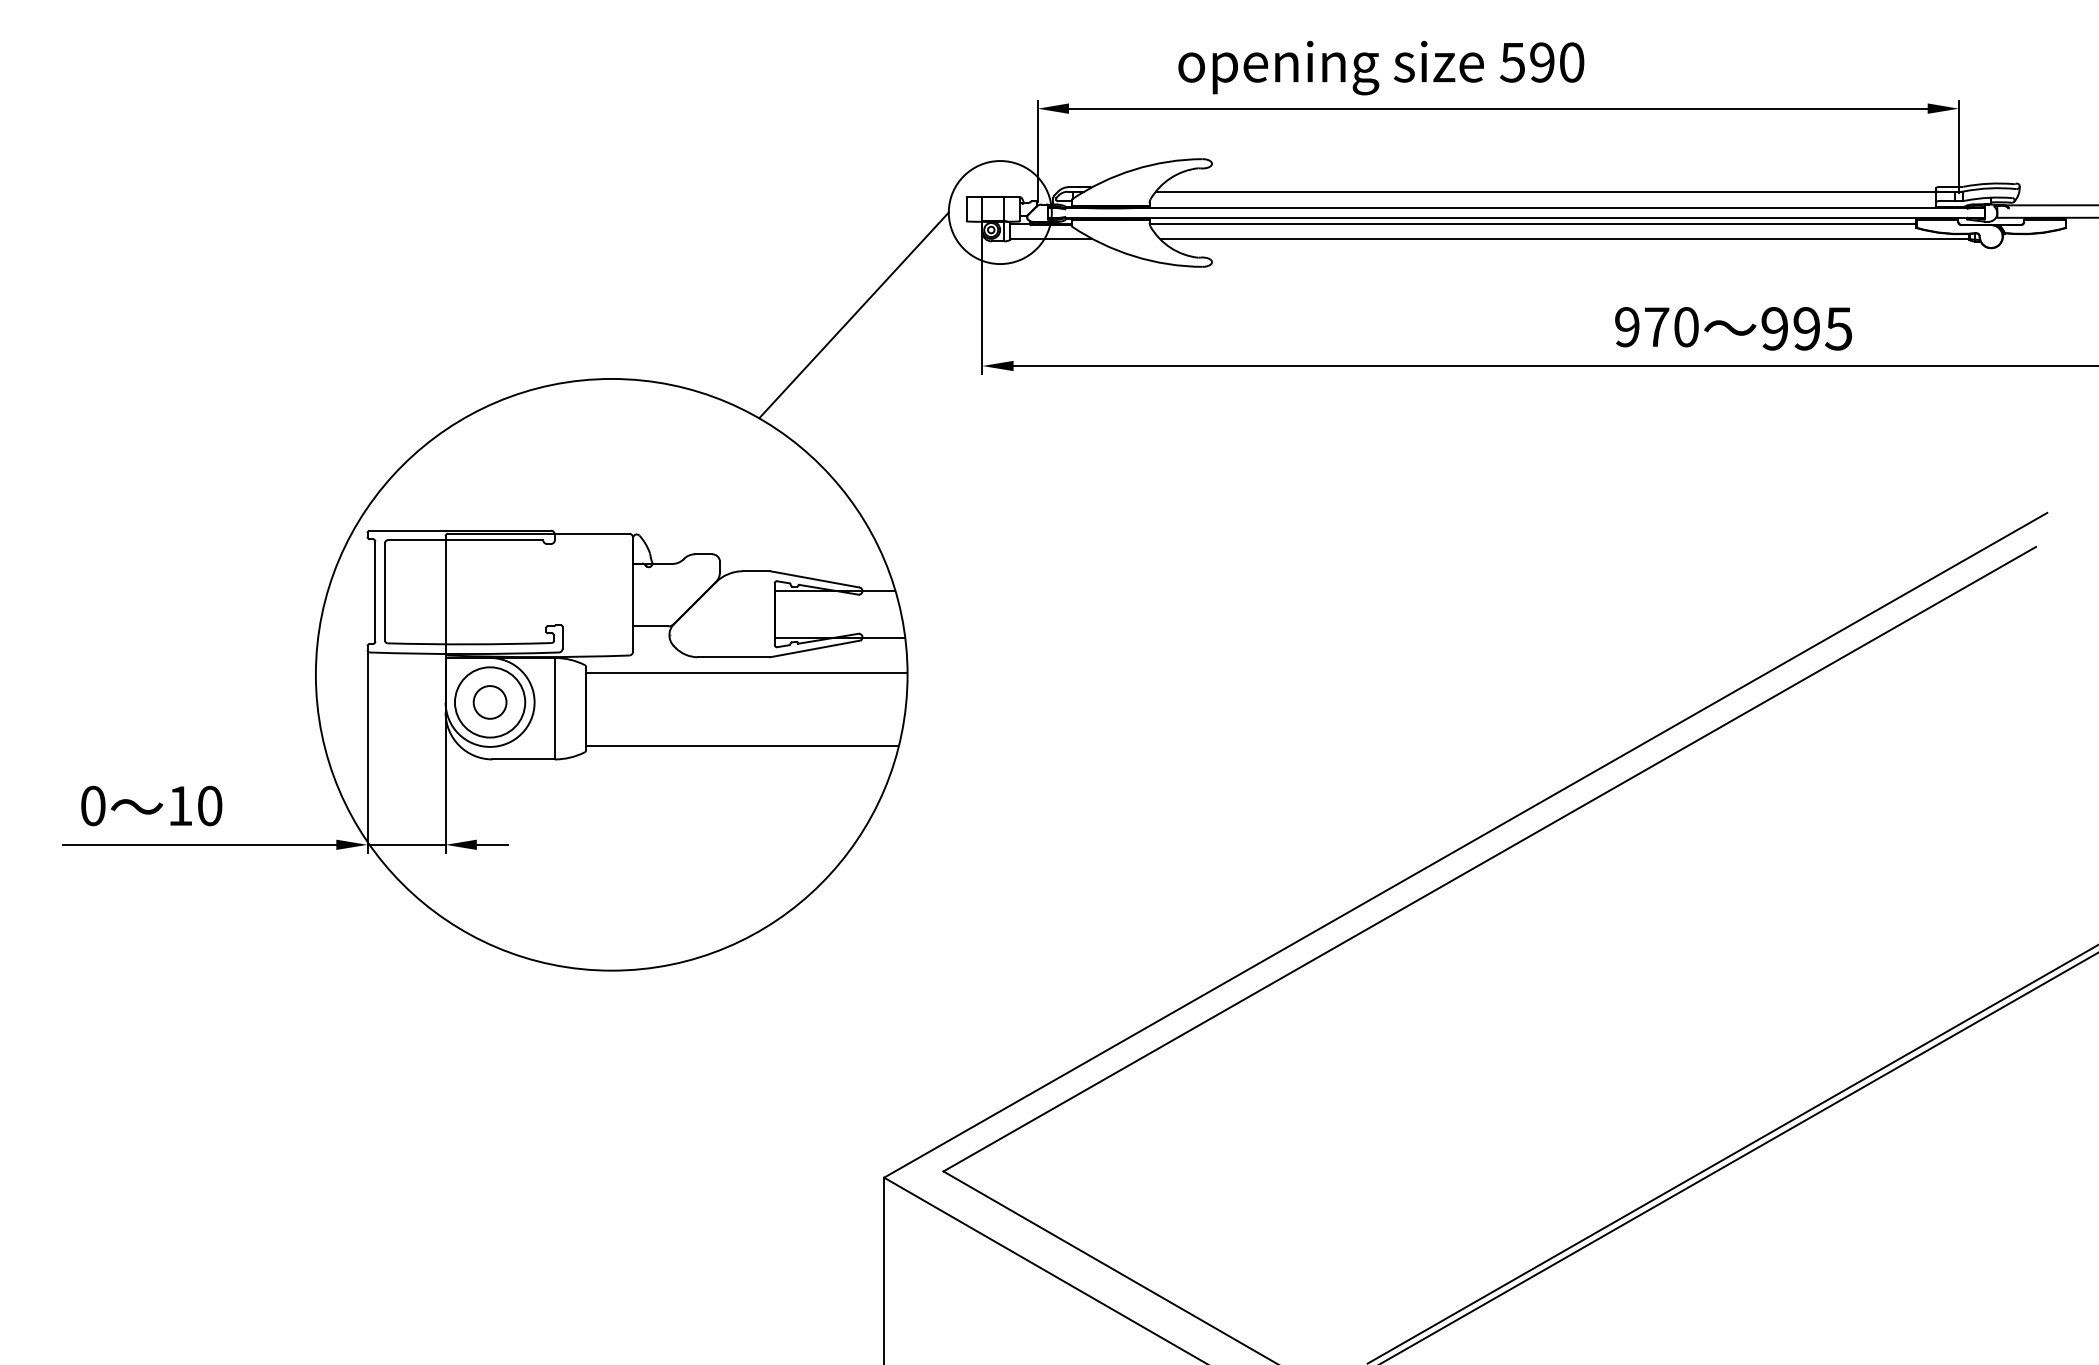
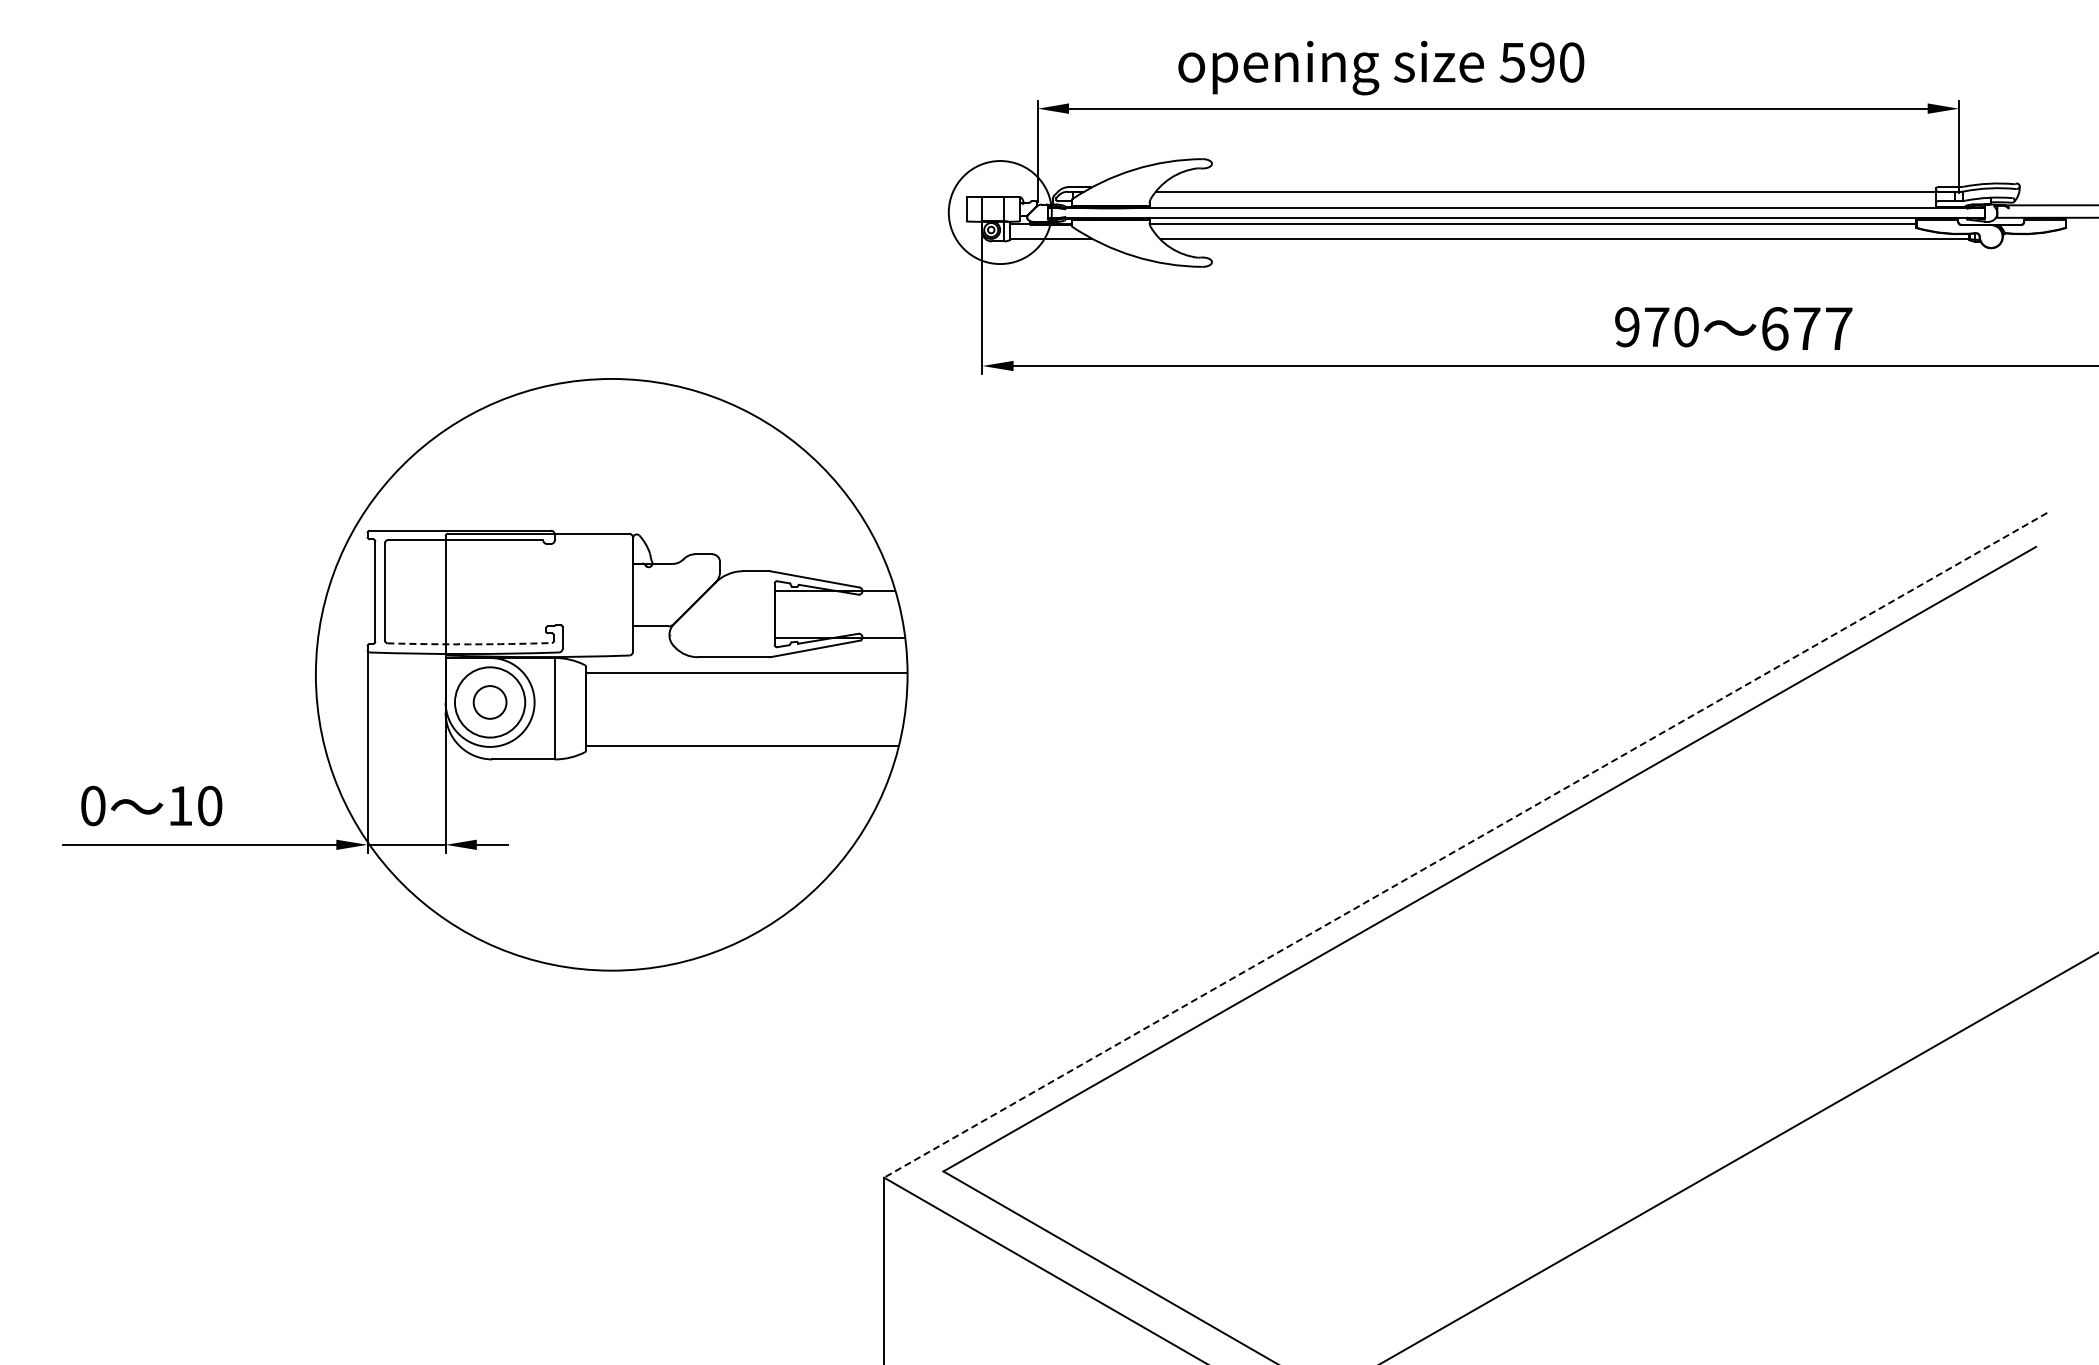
line at (853, 315): present -> none
text at (1806, 328): 995 -> 677
arc at (469, 644): solid -> dashed
line at (1465, 845): solid -> dashed
line at (1733, 1153): present -> none
